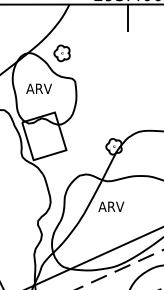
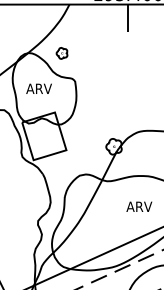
part at (61, 53) size: 18x19 px -> 14x13 px
text at (111, 206) position: (111, 206) -> (139, 206)
